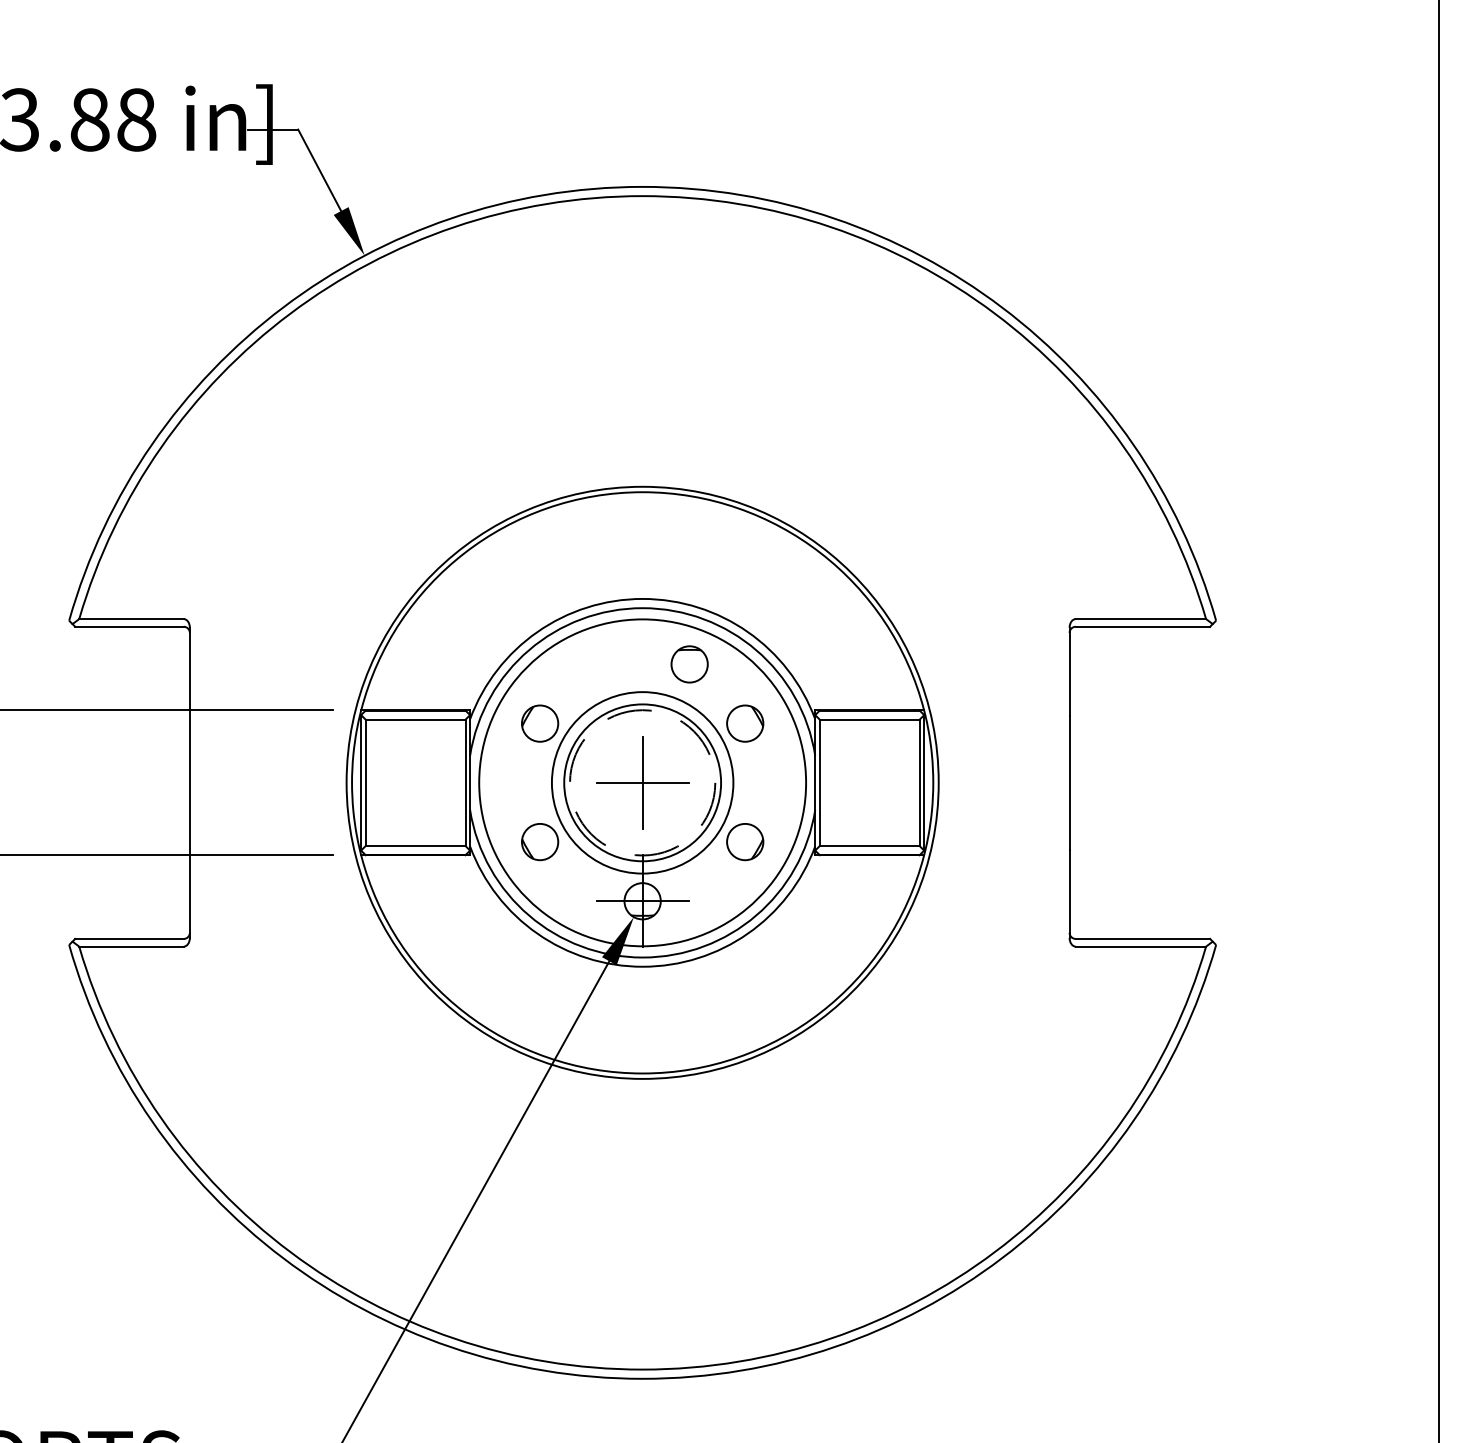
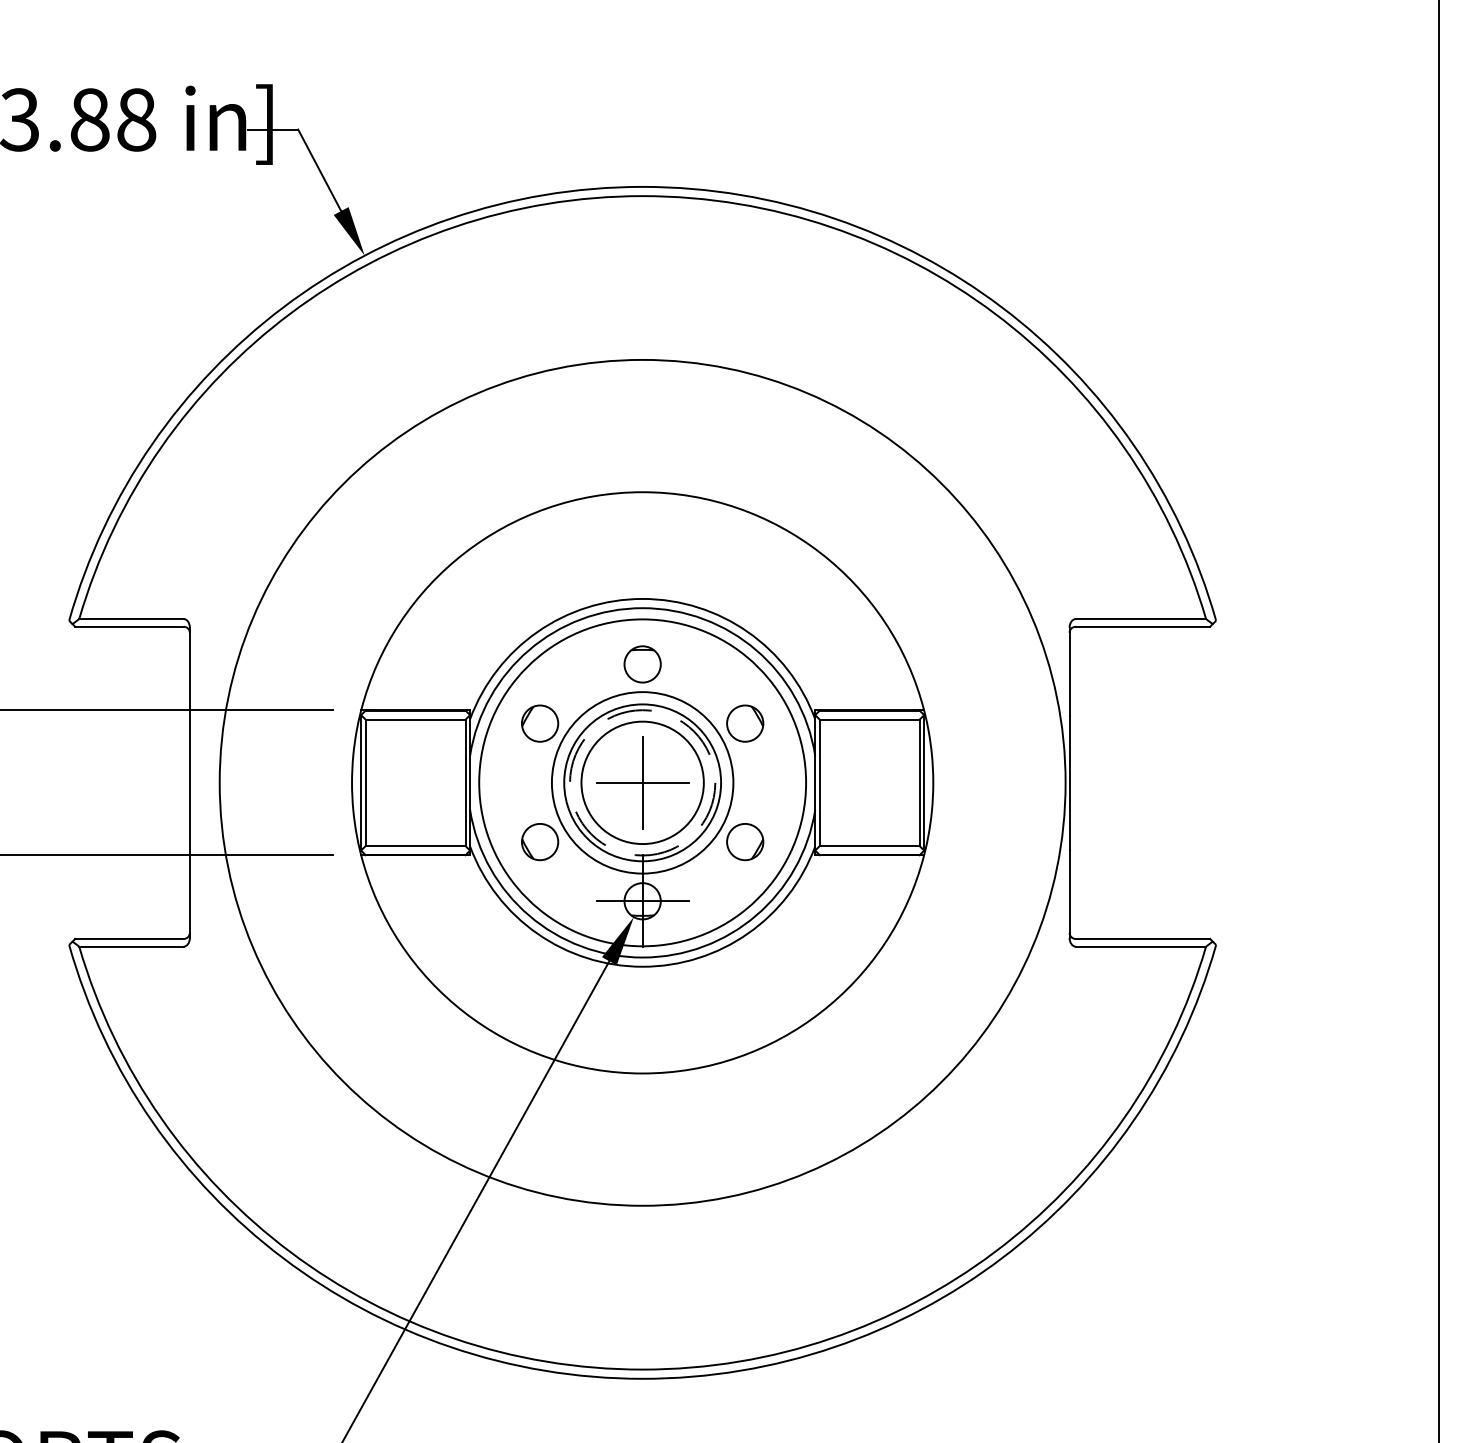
part at (689, 664) position: (689, 664) -> (642, 664)
circle at (642, 782) diameter: 592 px -> 846 px
circle at (642, 782): none -> present
